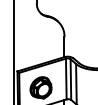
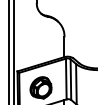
line at (8, 51): none -> present
